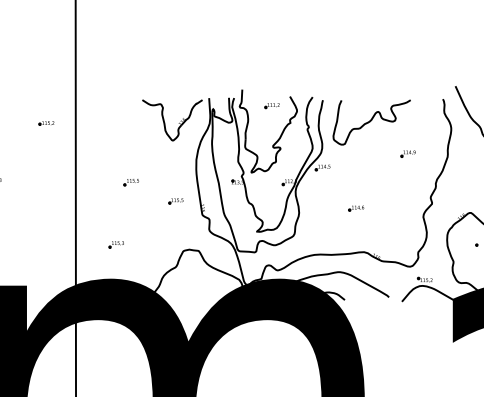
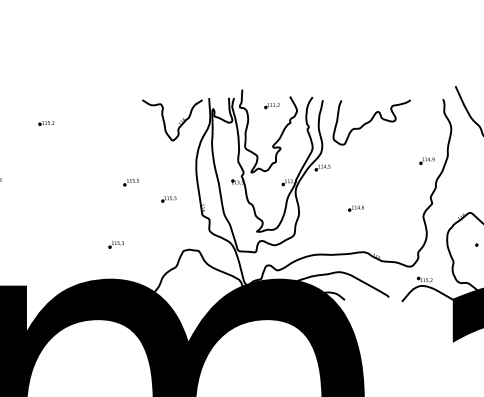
part at (407, 153) position: (407, 153) -> (426, 160)
line at (75, 197): present -> none
part at (175, 201) position: (175, 201) -> (168, 199)
